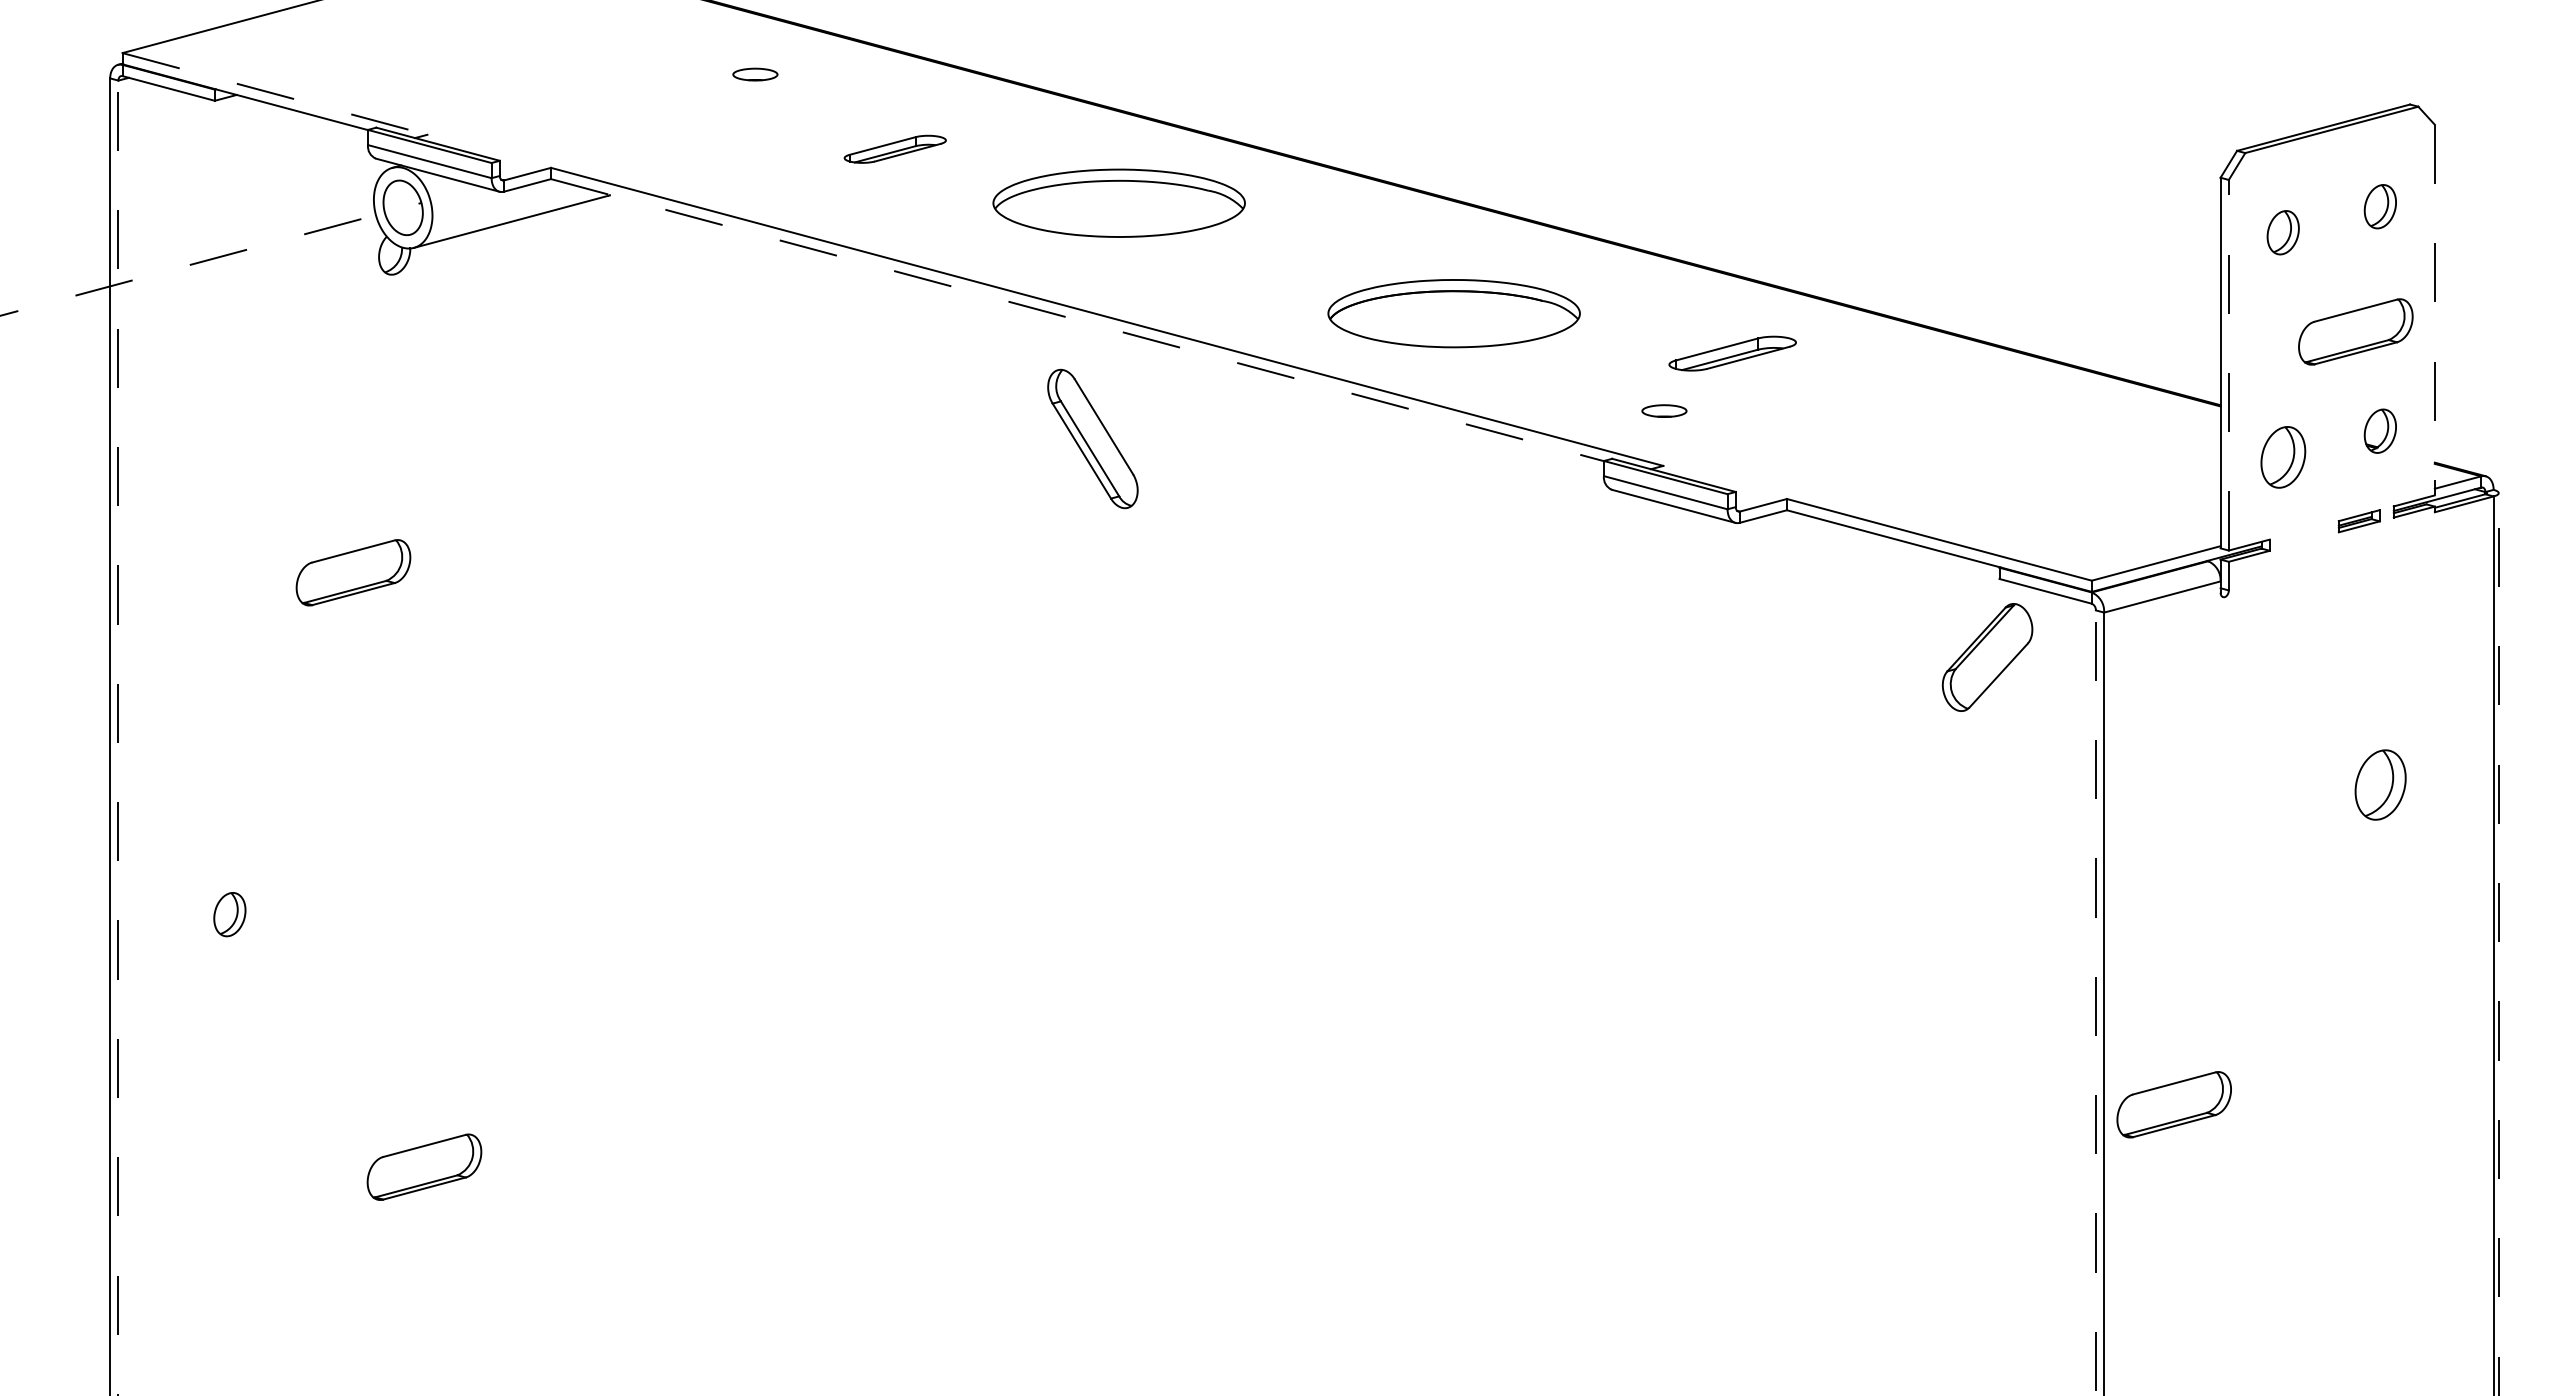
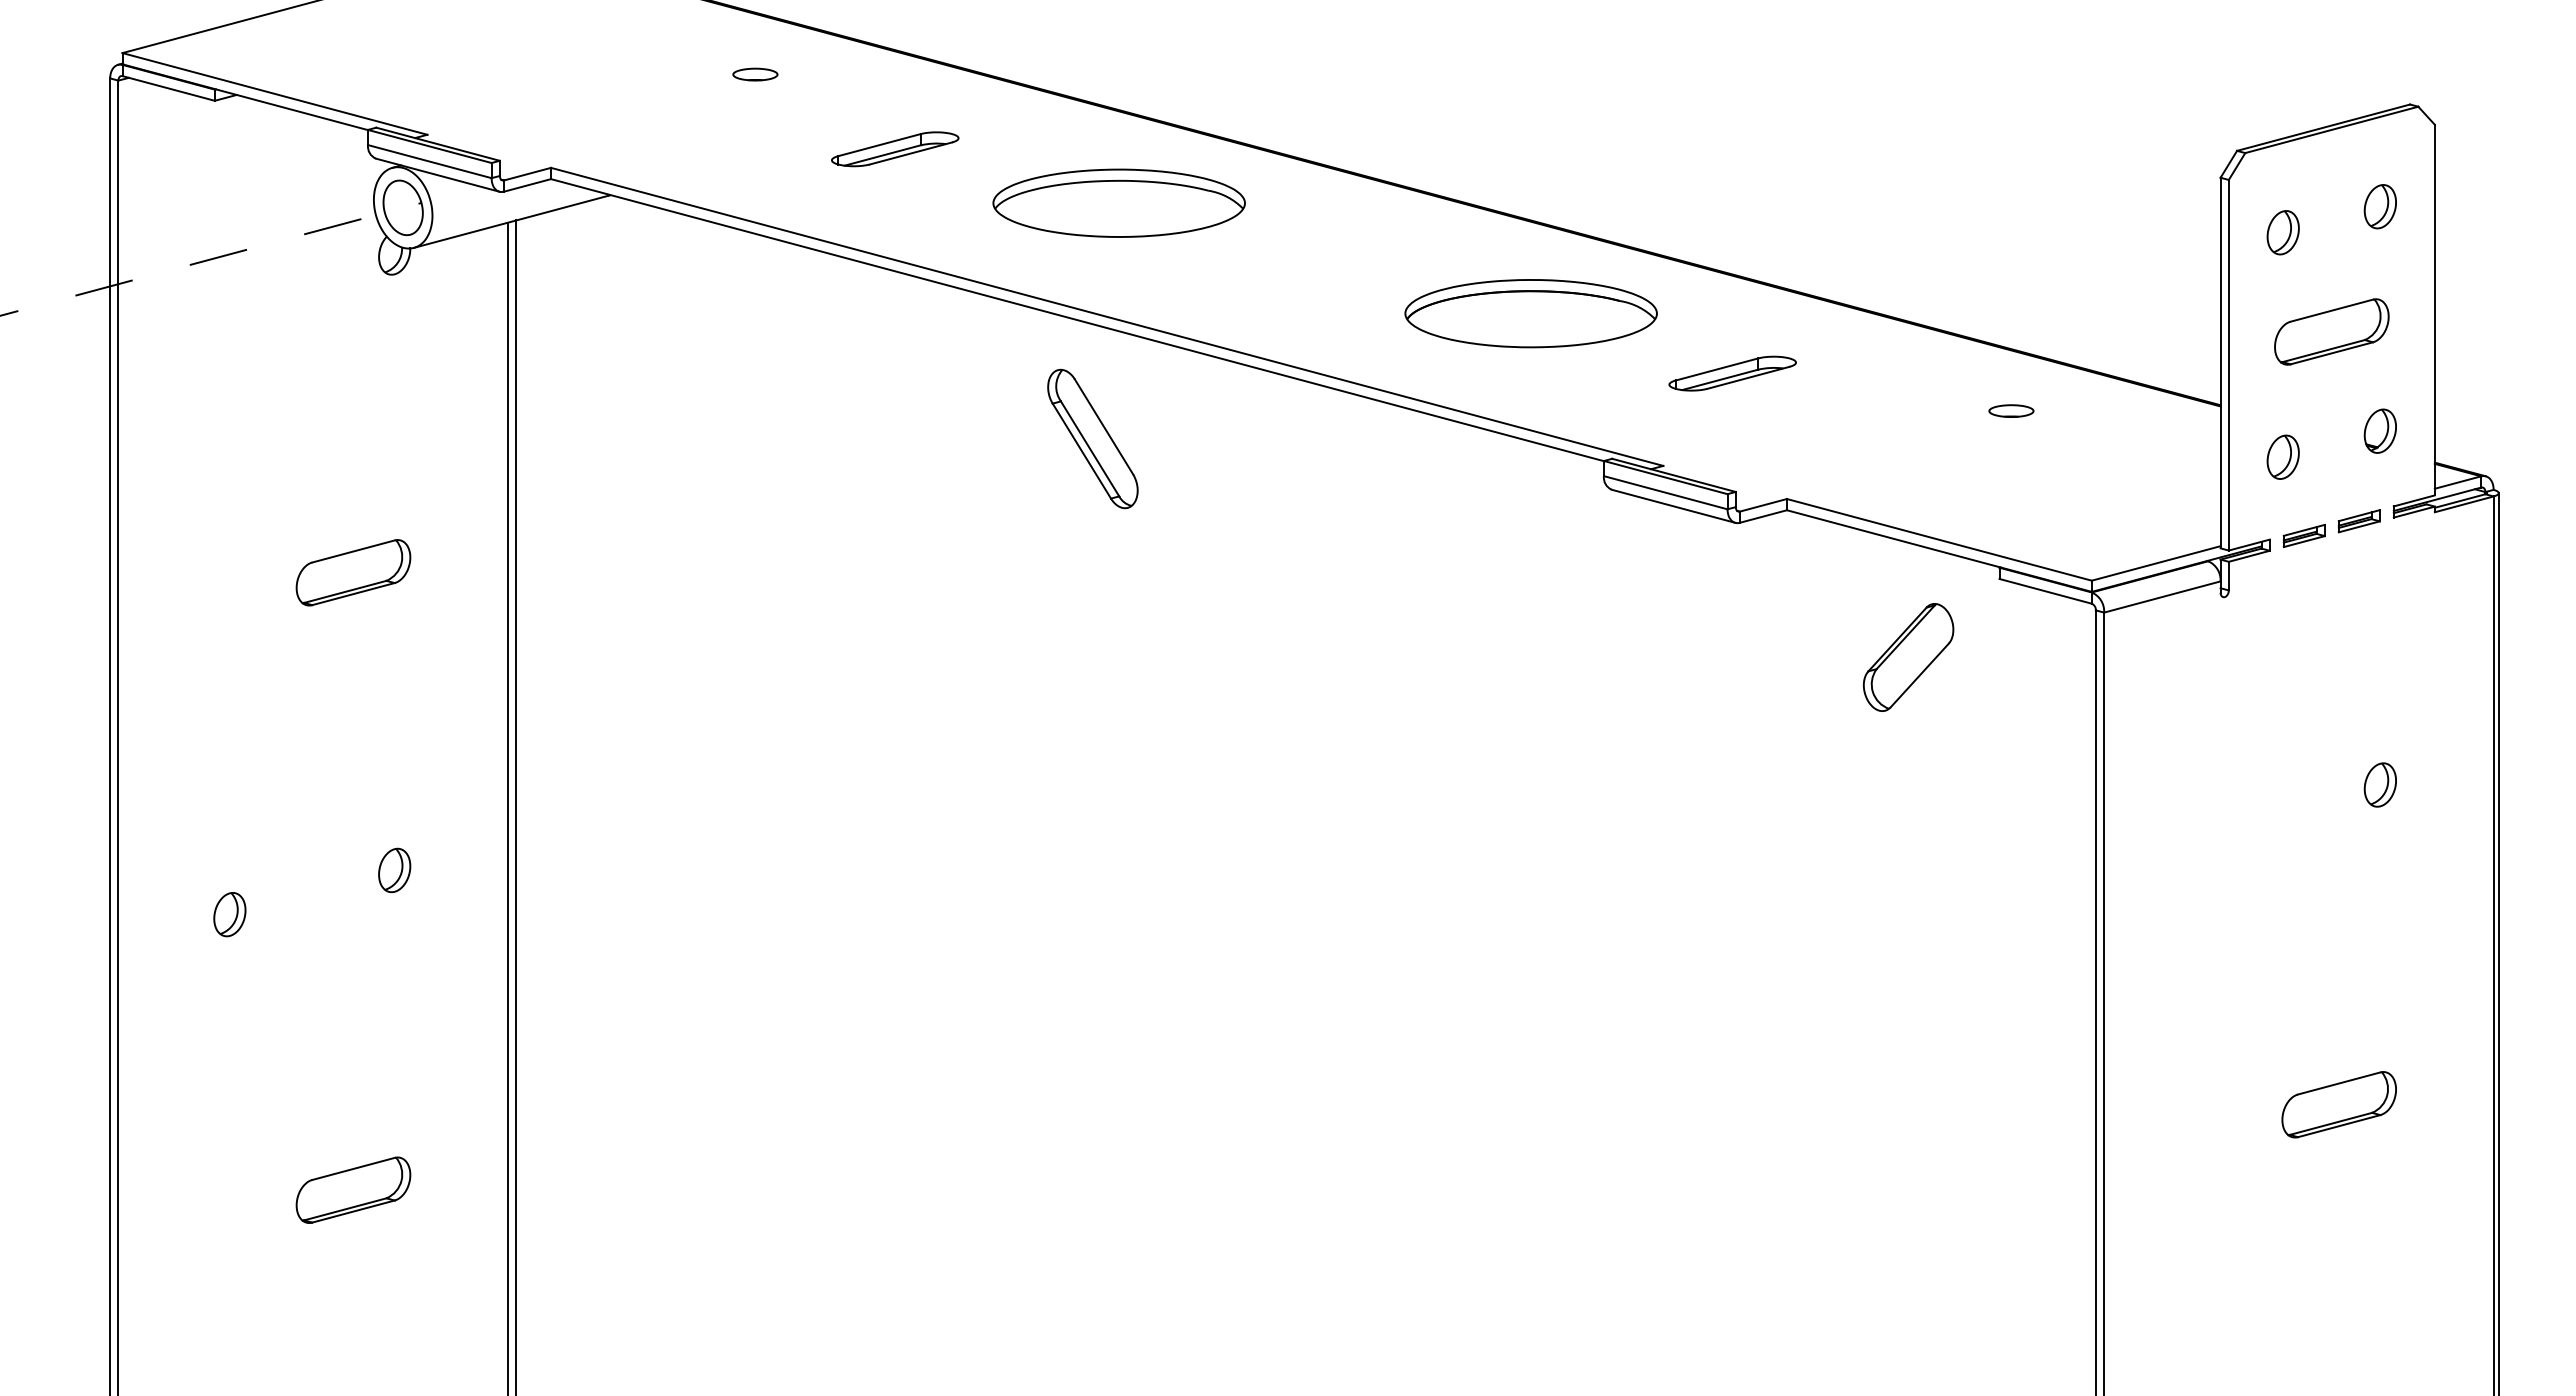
line at (274, 93): dashed -> solid
part at (894, 148) size: 104x30 px -> 129x37 px
line at (2434, 310): dashed -> solid
part at (1453, 313) position: (1453, 313) -> (1530, 313)
line at (1078, 320): dashed -> solid
part at (2355, 331) position: (2355, 331) -> (2331, 331)
part at (1732, 353) position: (1732, 353) -> (1732, 373)
line at (2228, 364): dashed -> solid
part at (1664, 410) position: (1664, 410) -> (2011, 410)
part at (2283, 457) size: 47x63 px -> 34x46 px
part at (2303, 535): none -> present
part at (1987, 657) position: (1987, 657) -> (1908, 657)
line at (118, 737): dashed -> solid
part at (2380, 784) size: 53x72 px -> 34x46 px
line at (516, 806): none -> present
line at (507, 807): none -> present
part at (394, 870): none -> present
line at (2498, 943): dashed -> solid
line at (2095, 1002): dashed -> solid
part at (2173, 1104) position: (2173, 1104) -> (2338, 1104)
part at (424, 1166) position: (424, 1166) -> (353, 1189)
